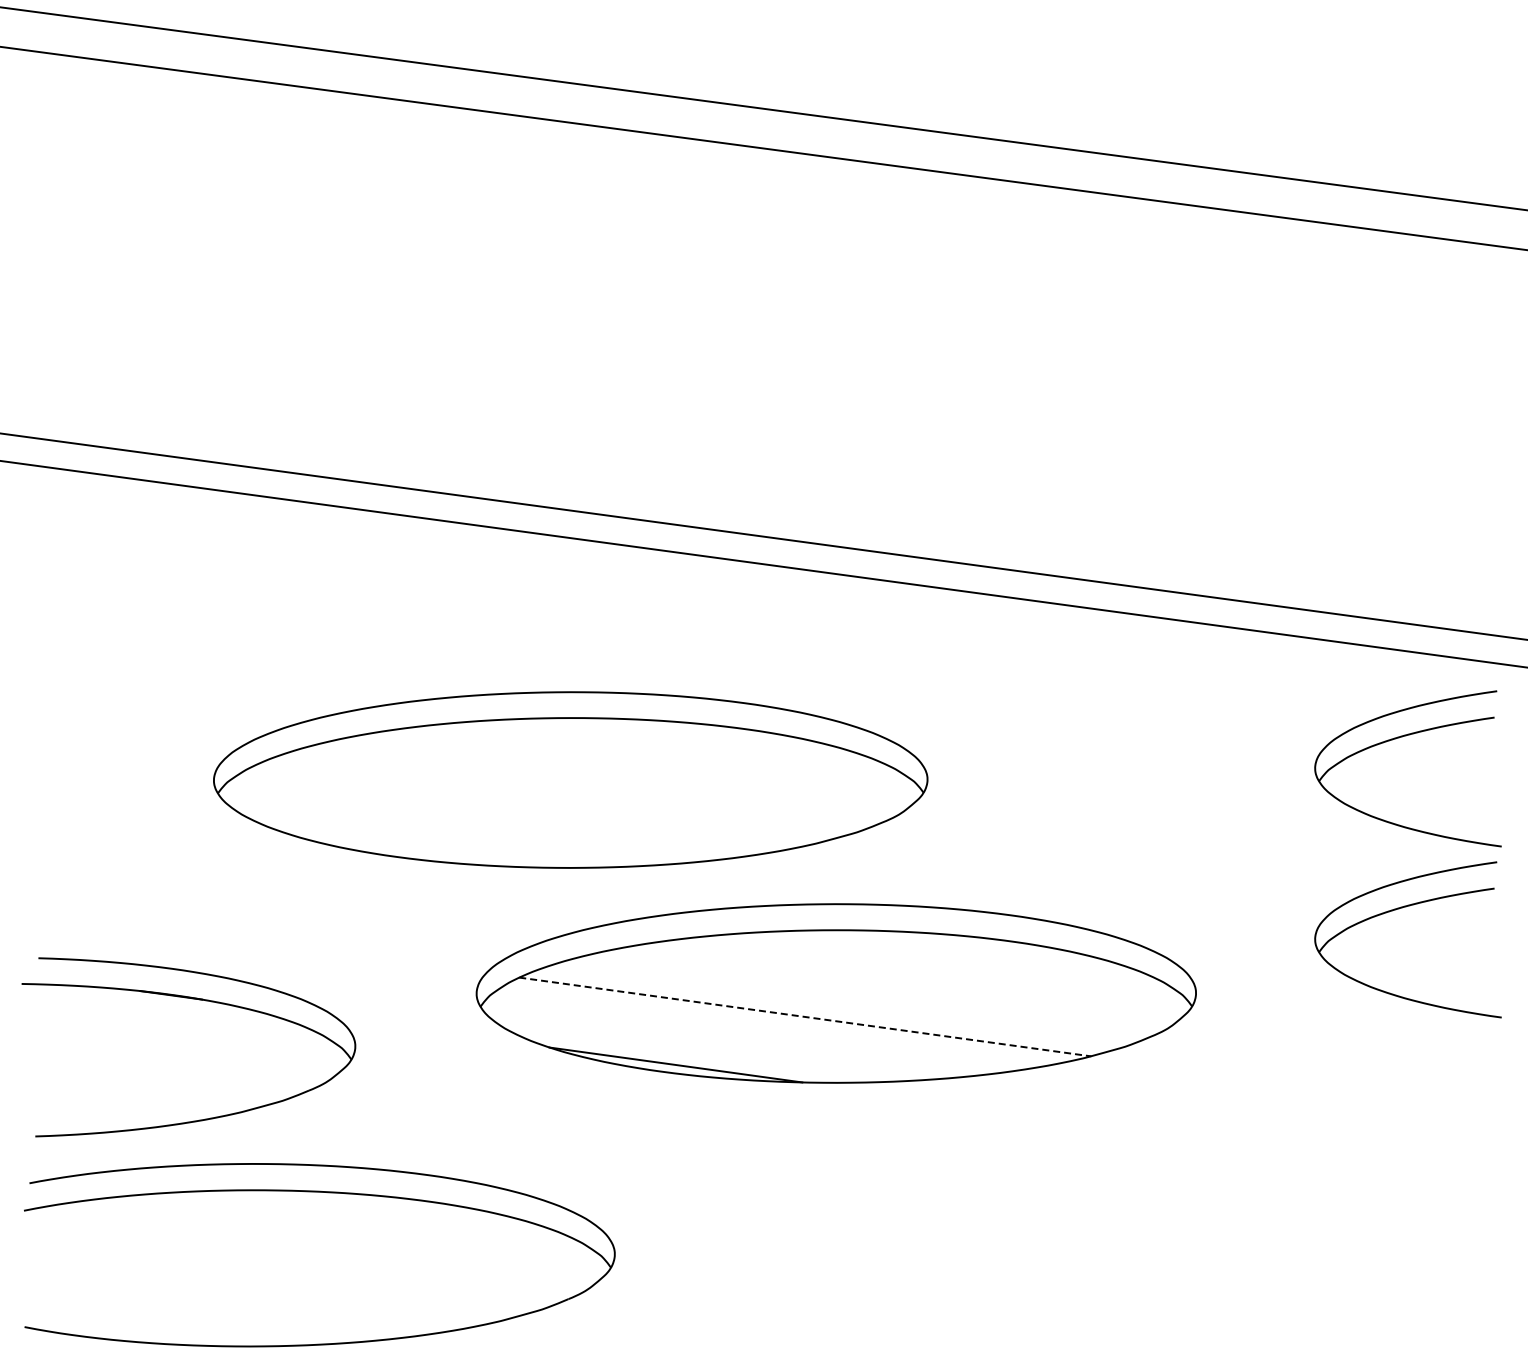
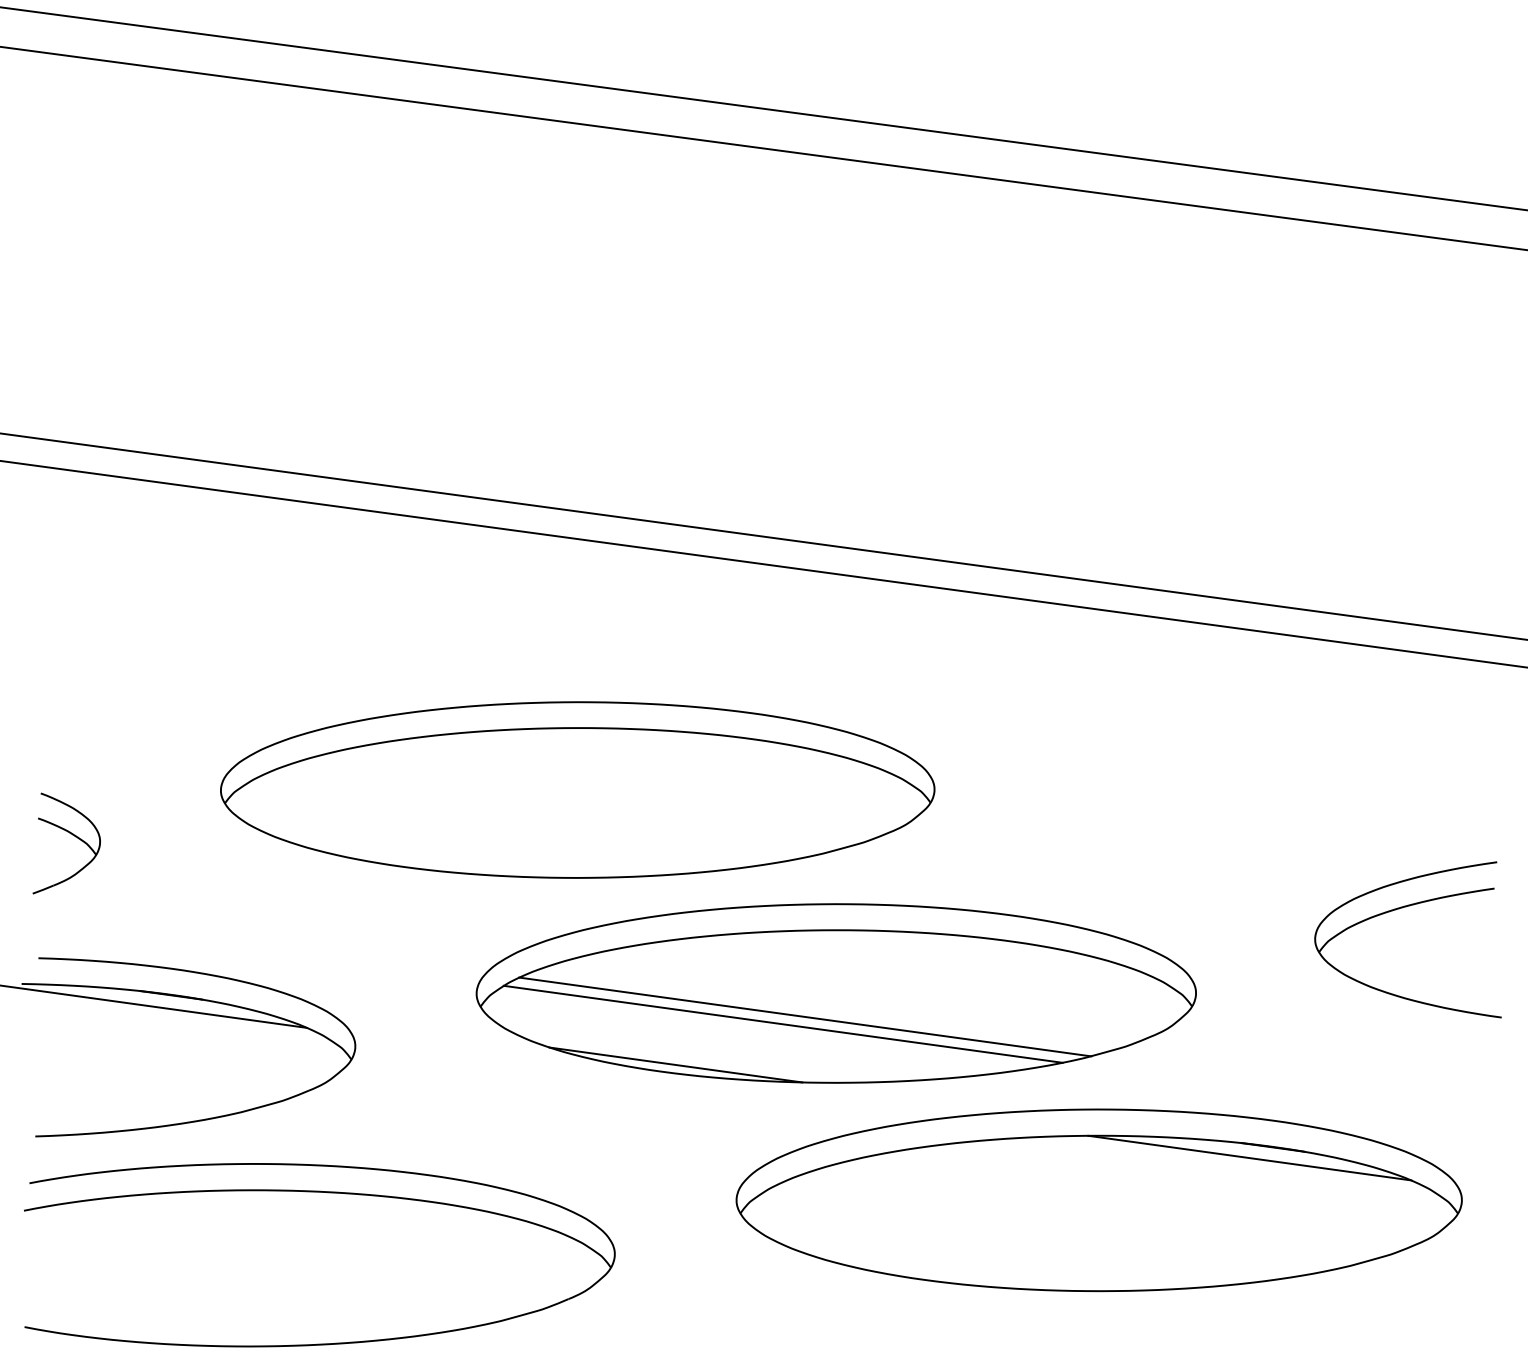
part at (1399, 738): present -> none
part at (570, 779) position: (570, 779) -> (577, 789)
part at (72, 835): none -> present
line at (154, 1006): none -> present
line at (805, 1016): dashed -> solid
line at (782, 1023): none -> present
part at (1098, 1200): none -> present
